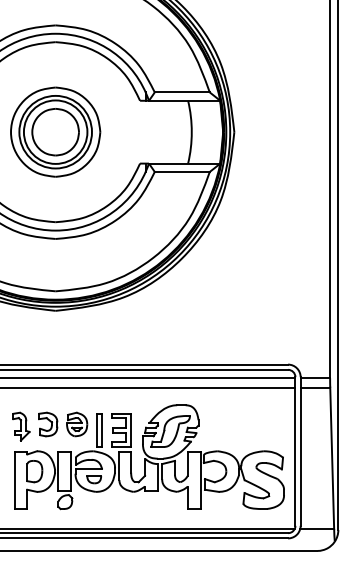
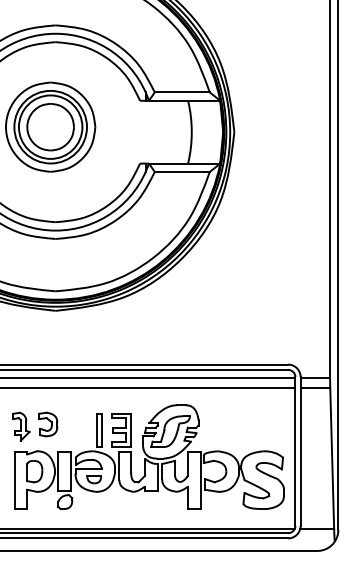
part at (55, 131) position: (55, 131) -> (50, 126)
part at (77, 424): present -> none
